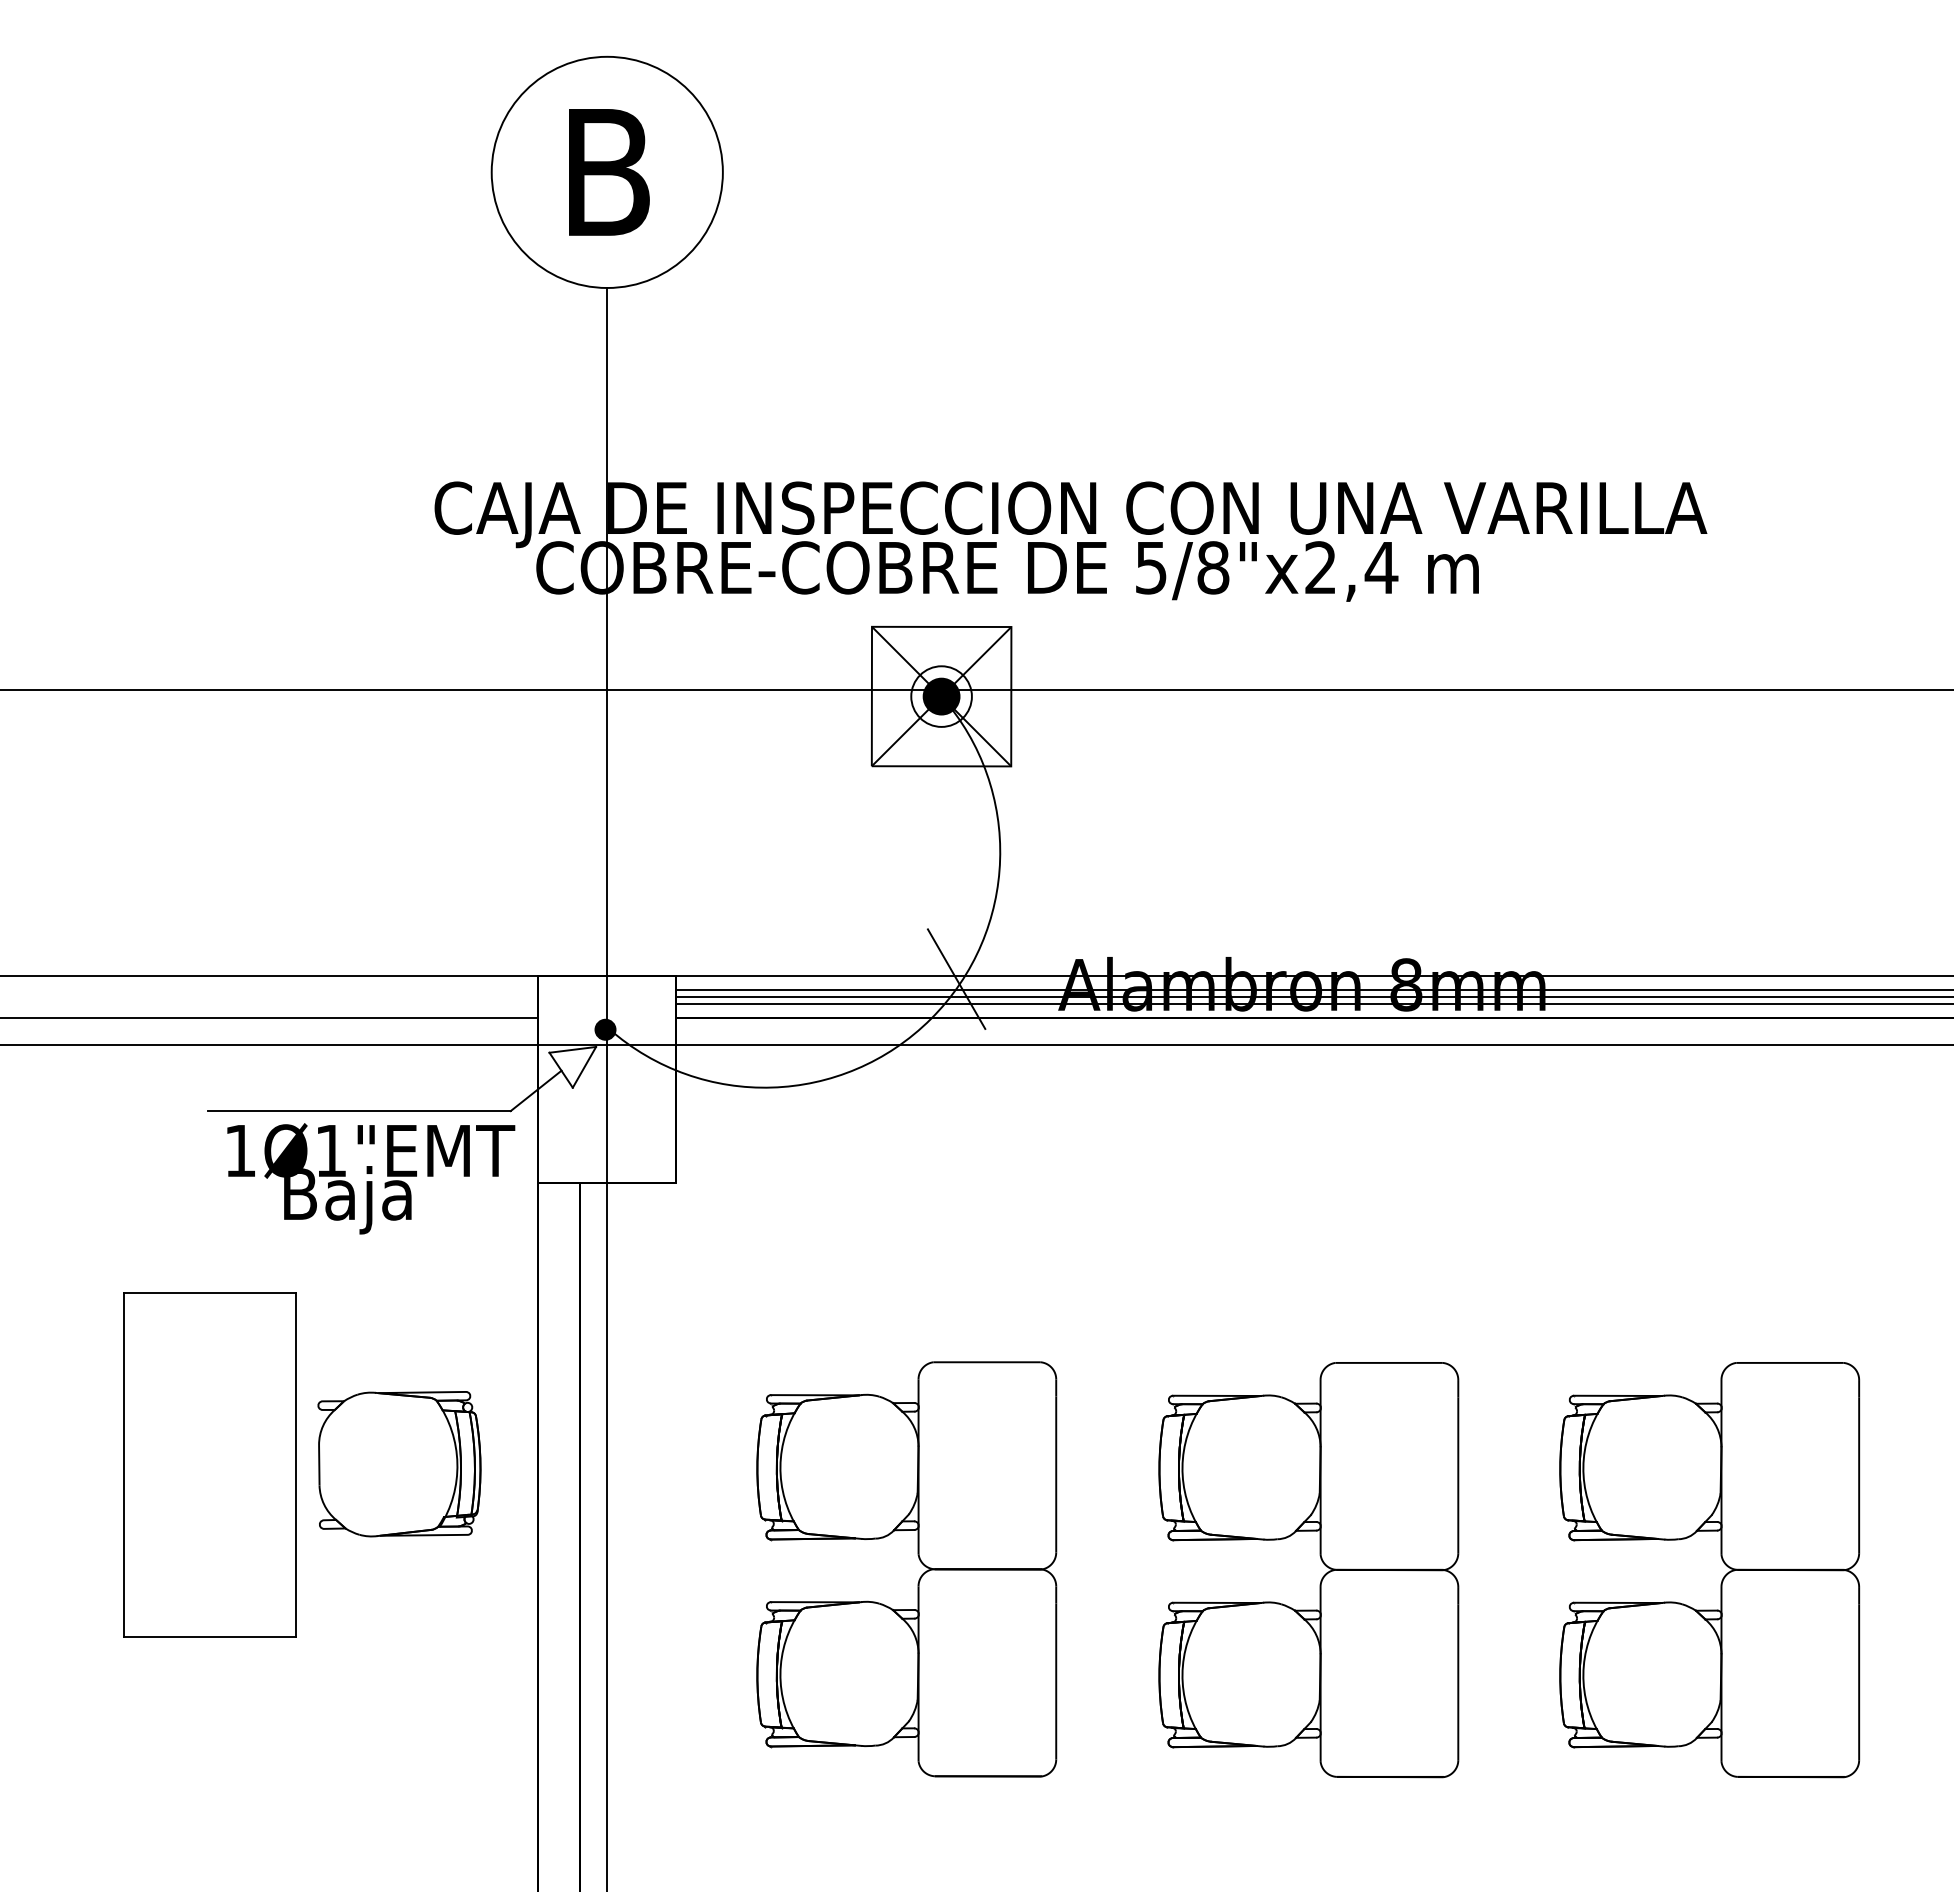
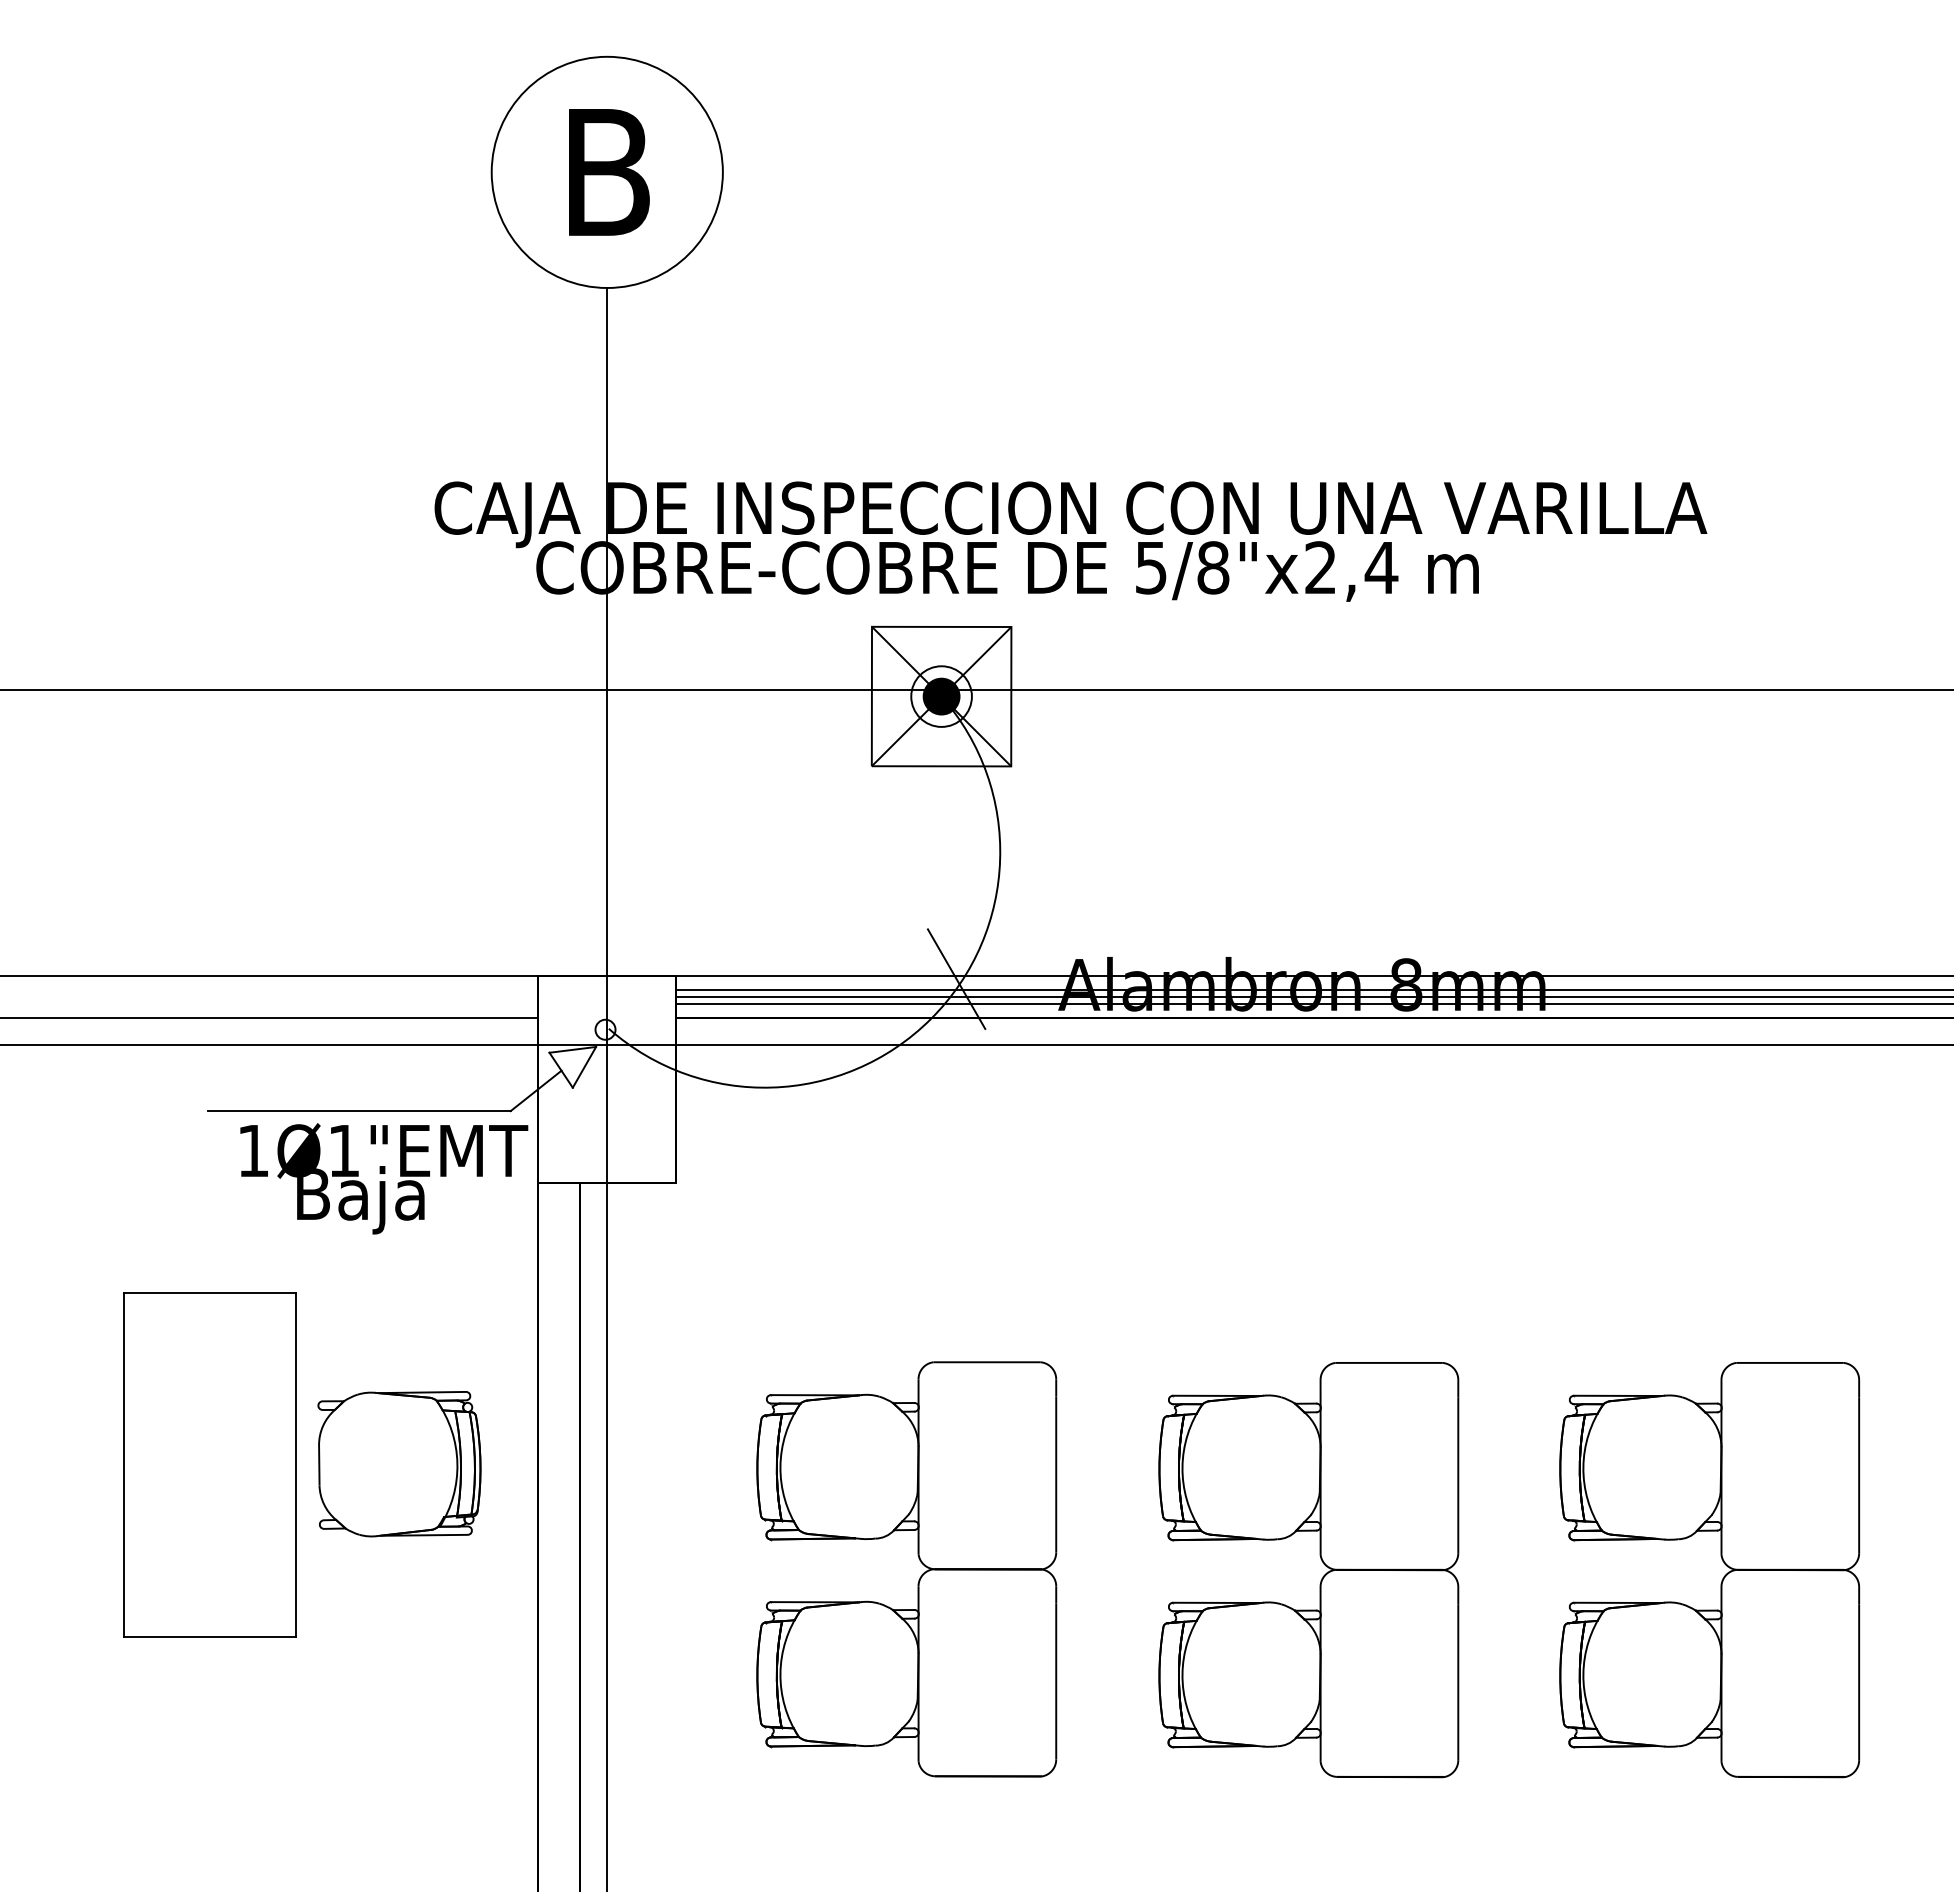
fill at (605, 1029): present -> none
text at (371, 1178) position: (371, 1178) -> (384, 1178)
